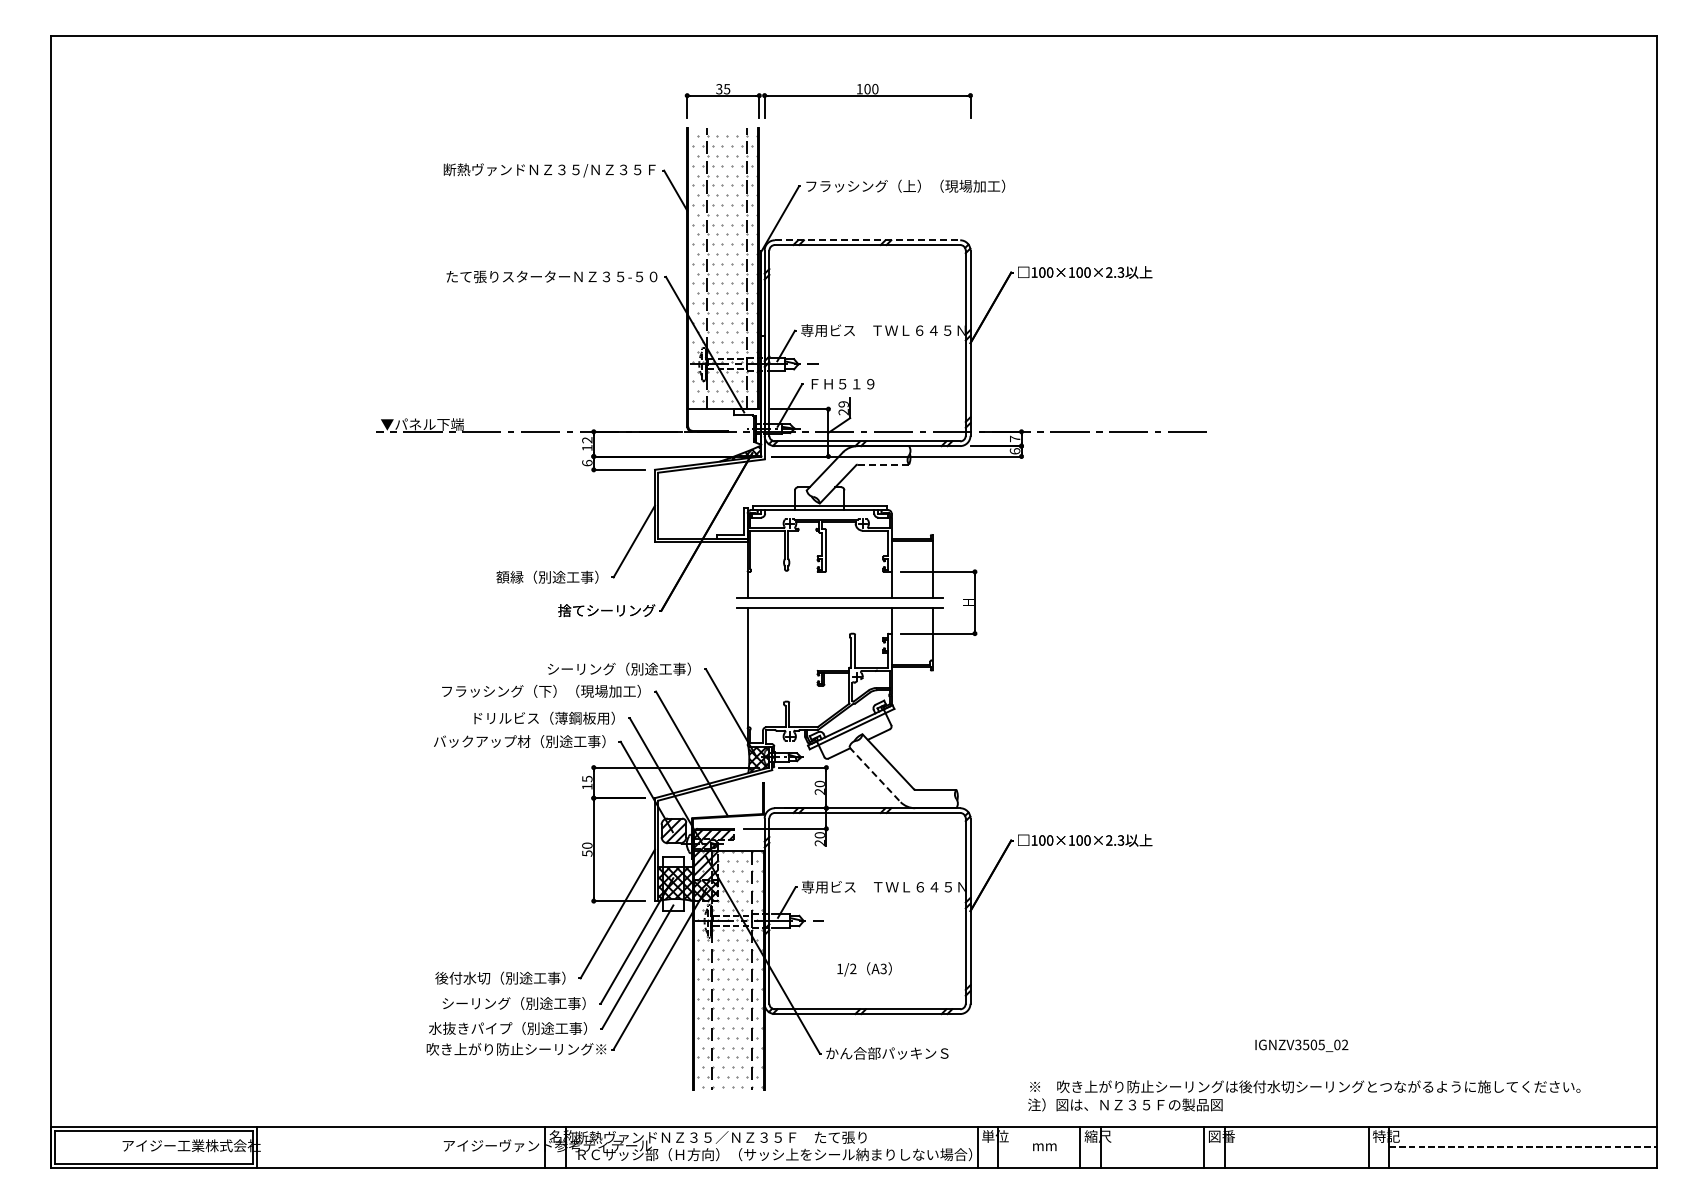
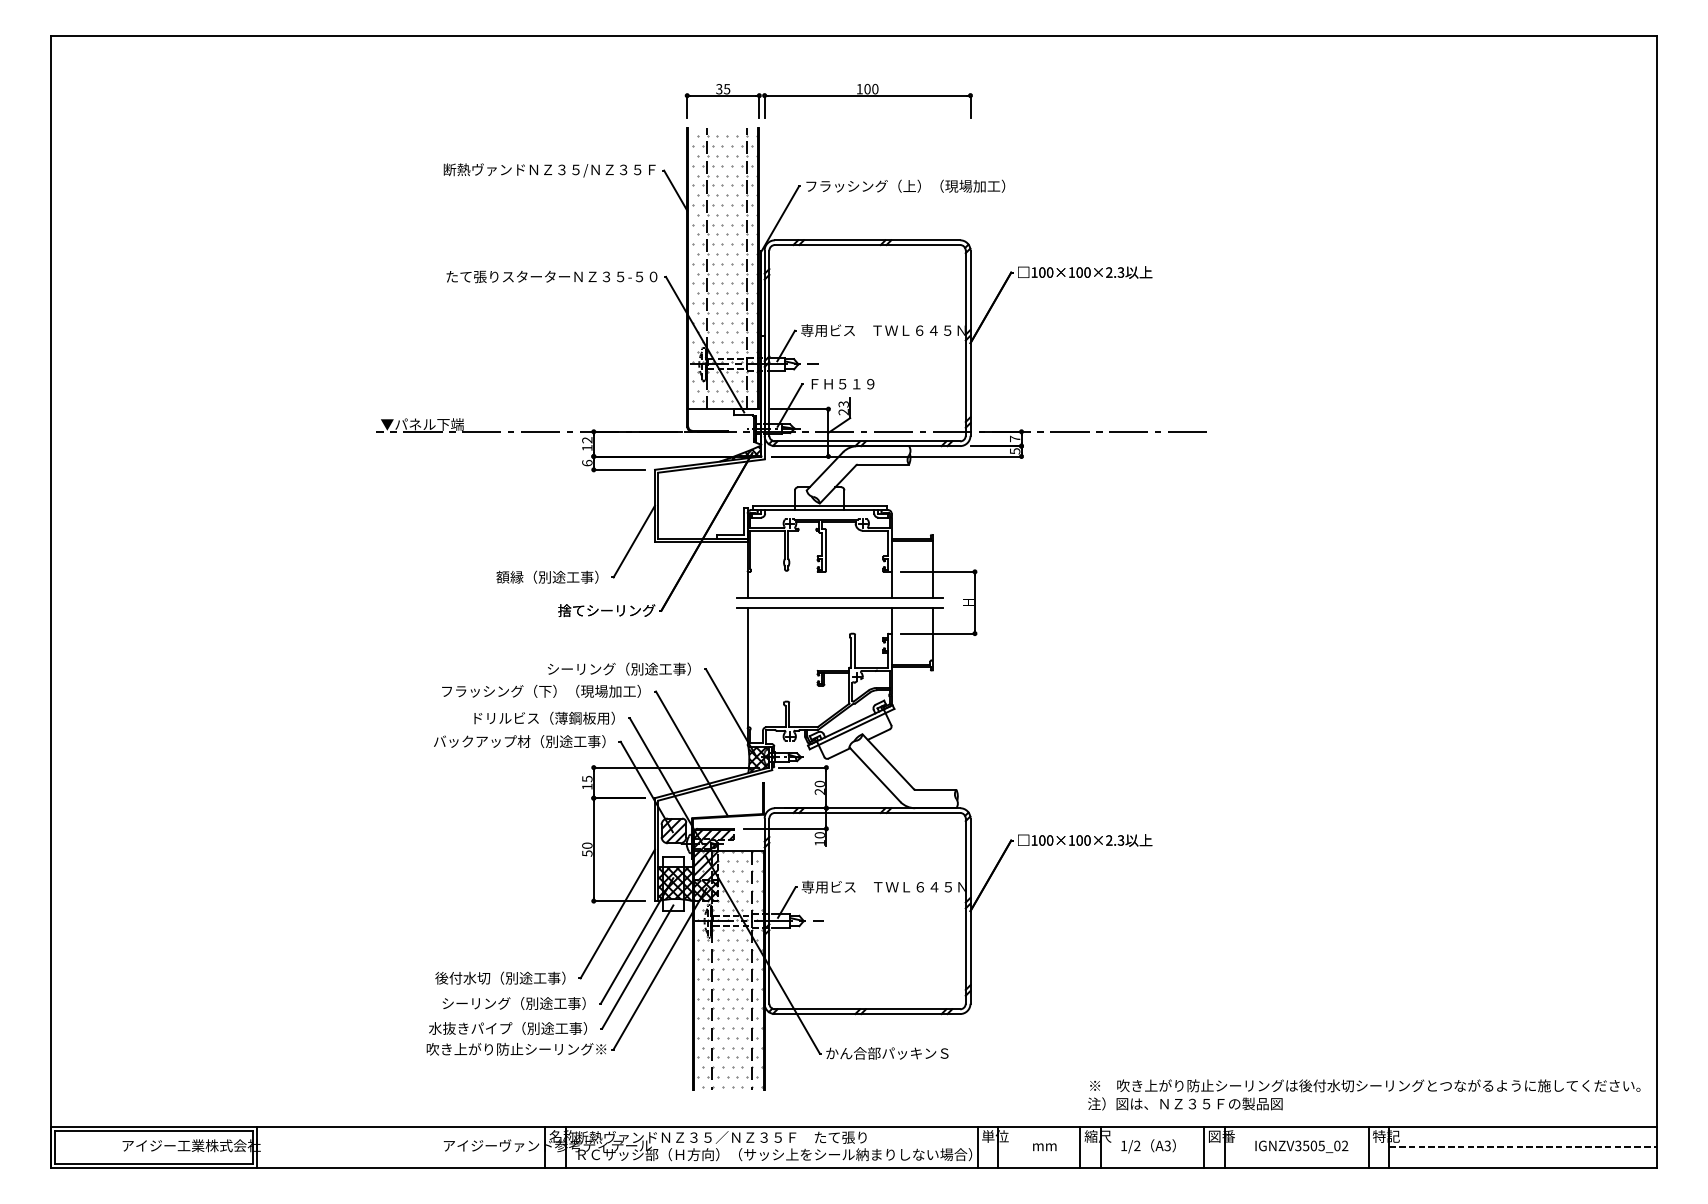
line at (867, 240): dashed -> solid
text at (843, 404): 29 -> 23
text at (1014, 451): 6 -> 5
line at (883, 464): dashed -> solid
line at (875, 775): dashed -> solid
text at (819, 842): 20 -> 10
text at (864, 969) position: (864, 969) -> (1148, 1146)
text at (1301, 1045) position: (1301, 1045) -> (1301, 1146)
text at (1304, 1095) position: (1304, 1095) -> (1364, 1094)
